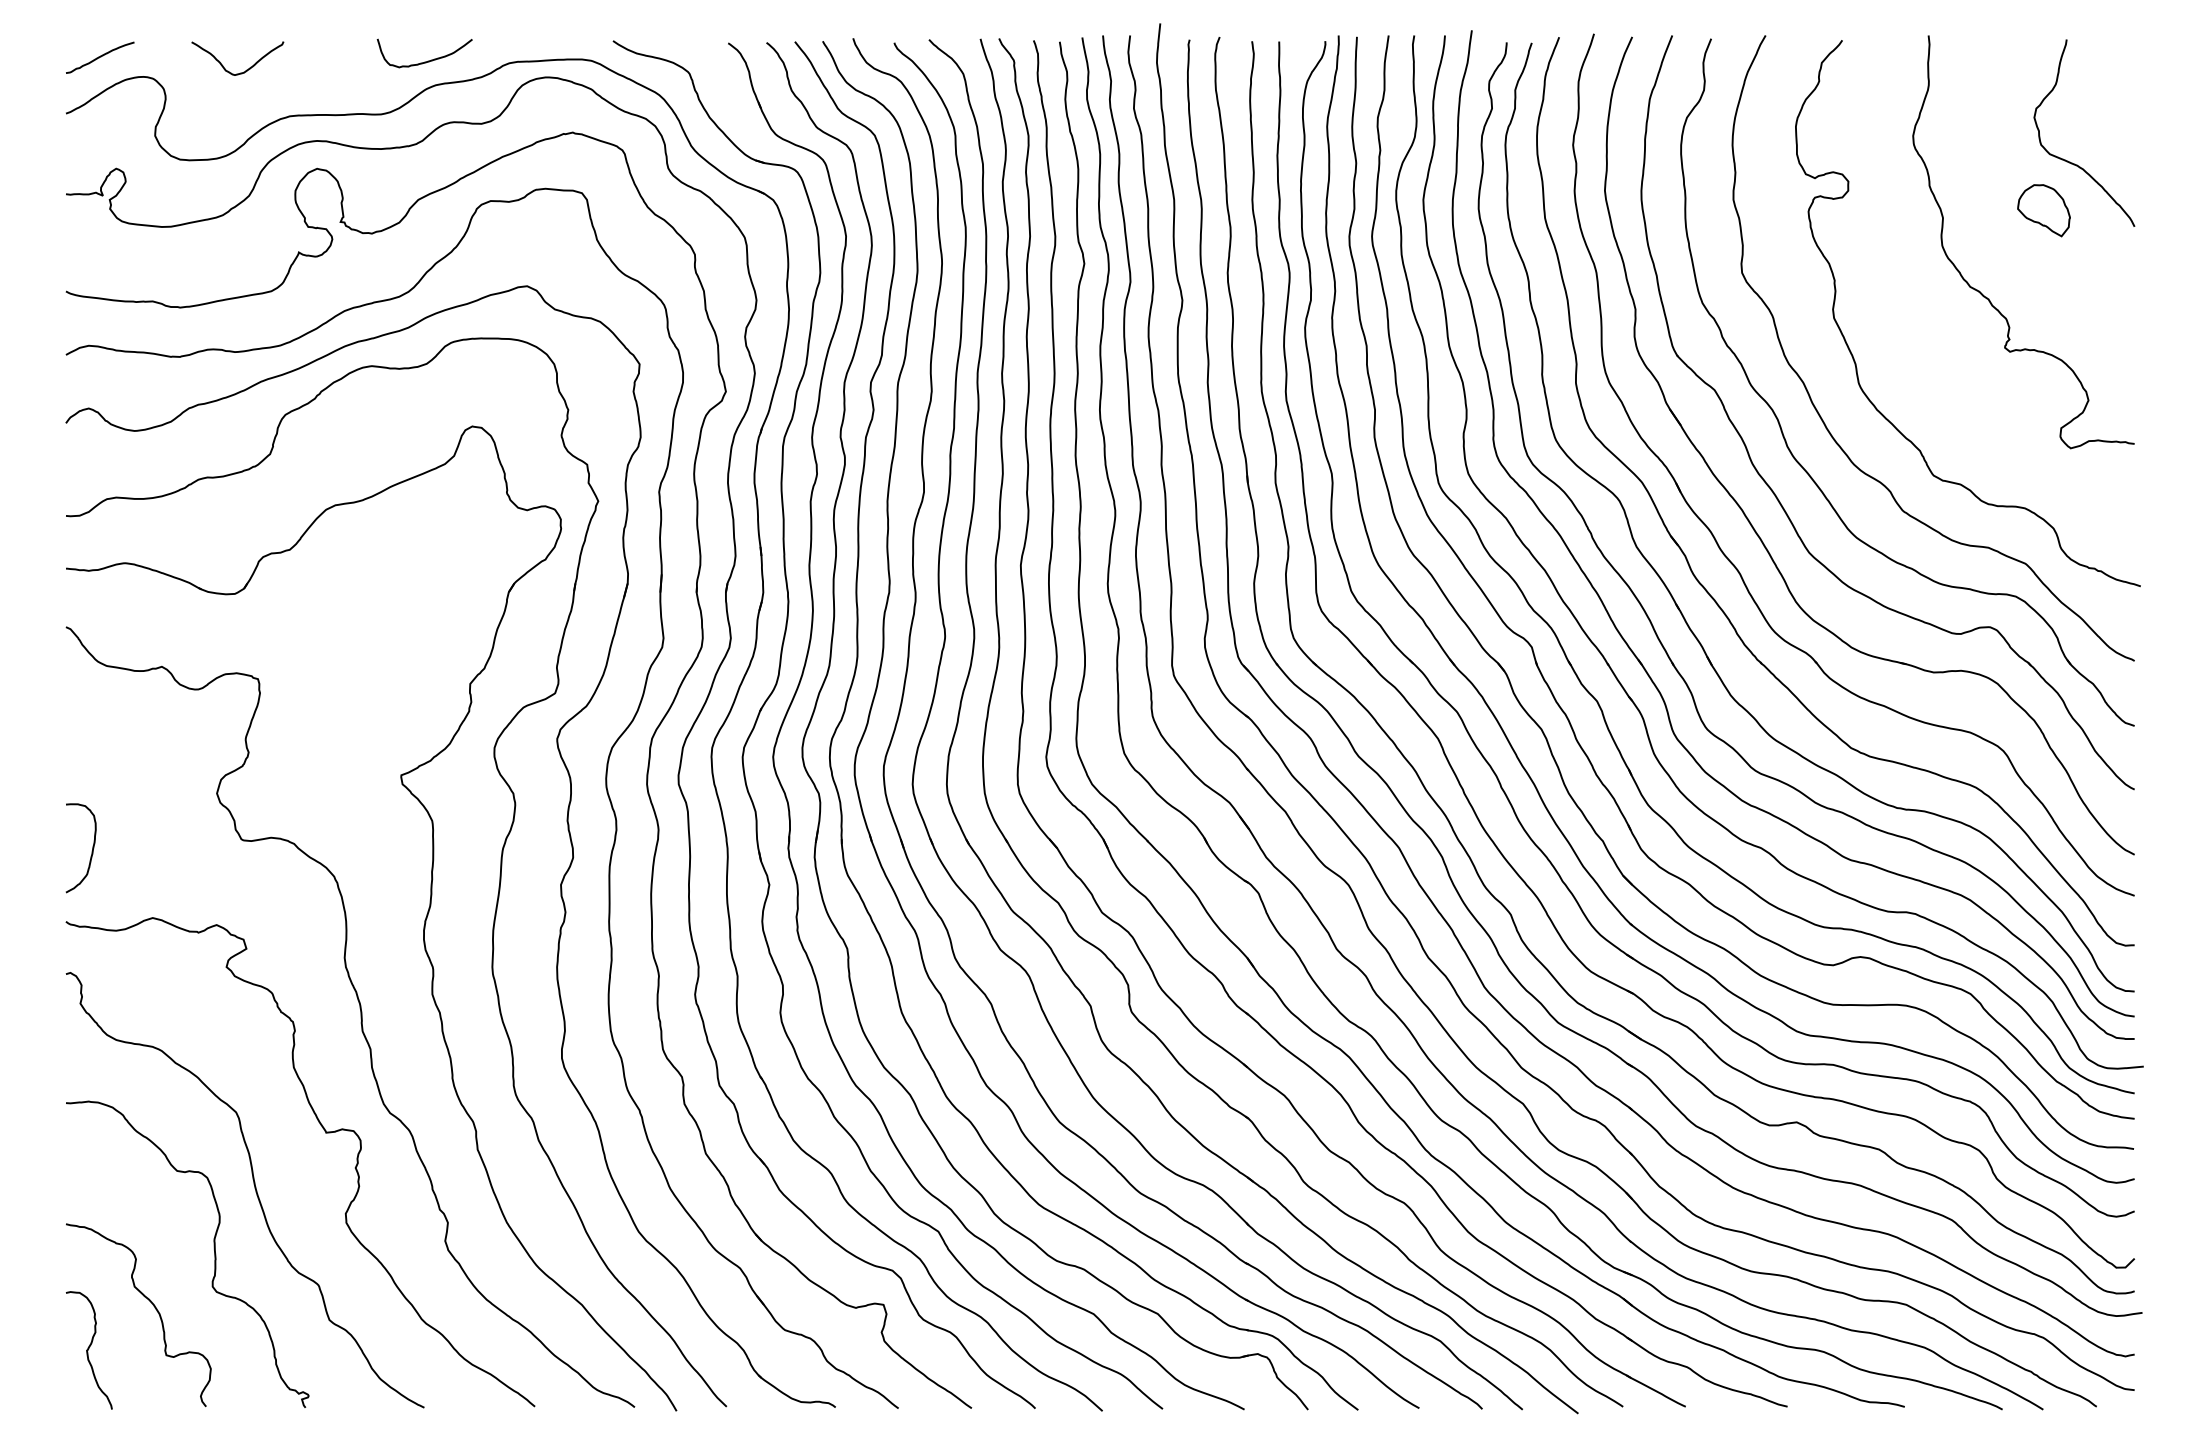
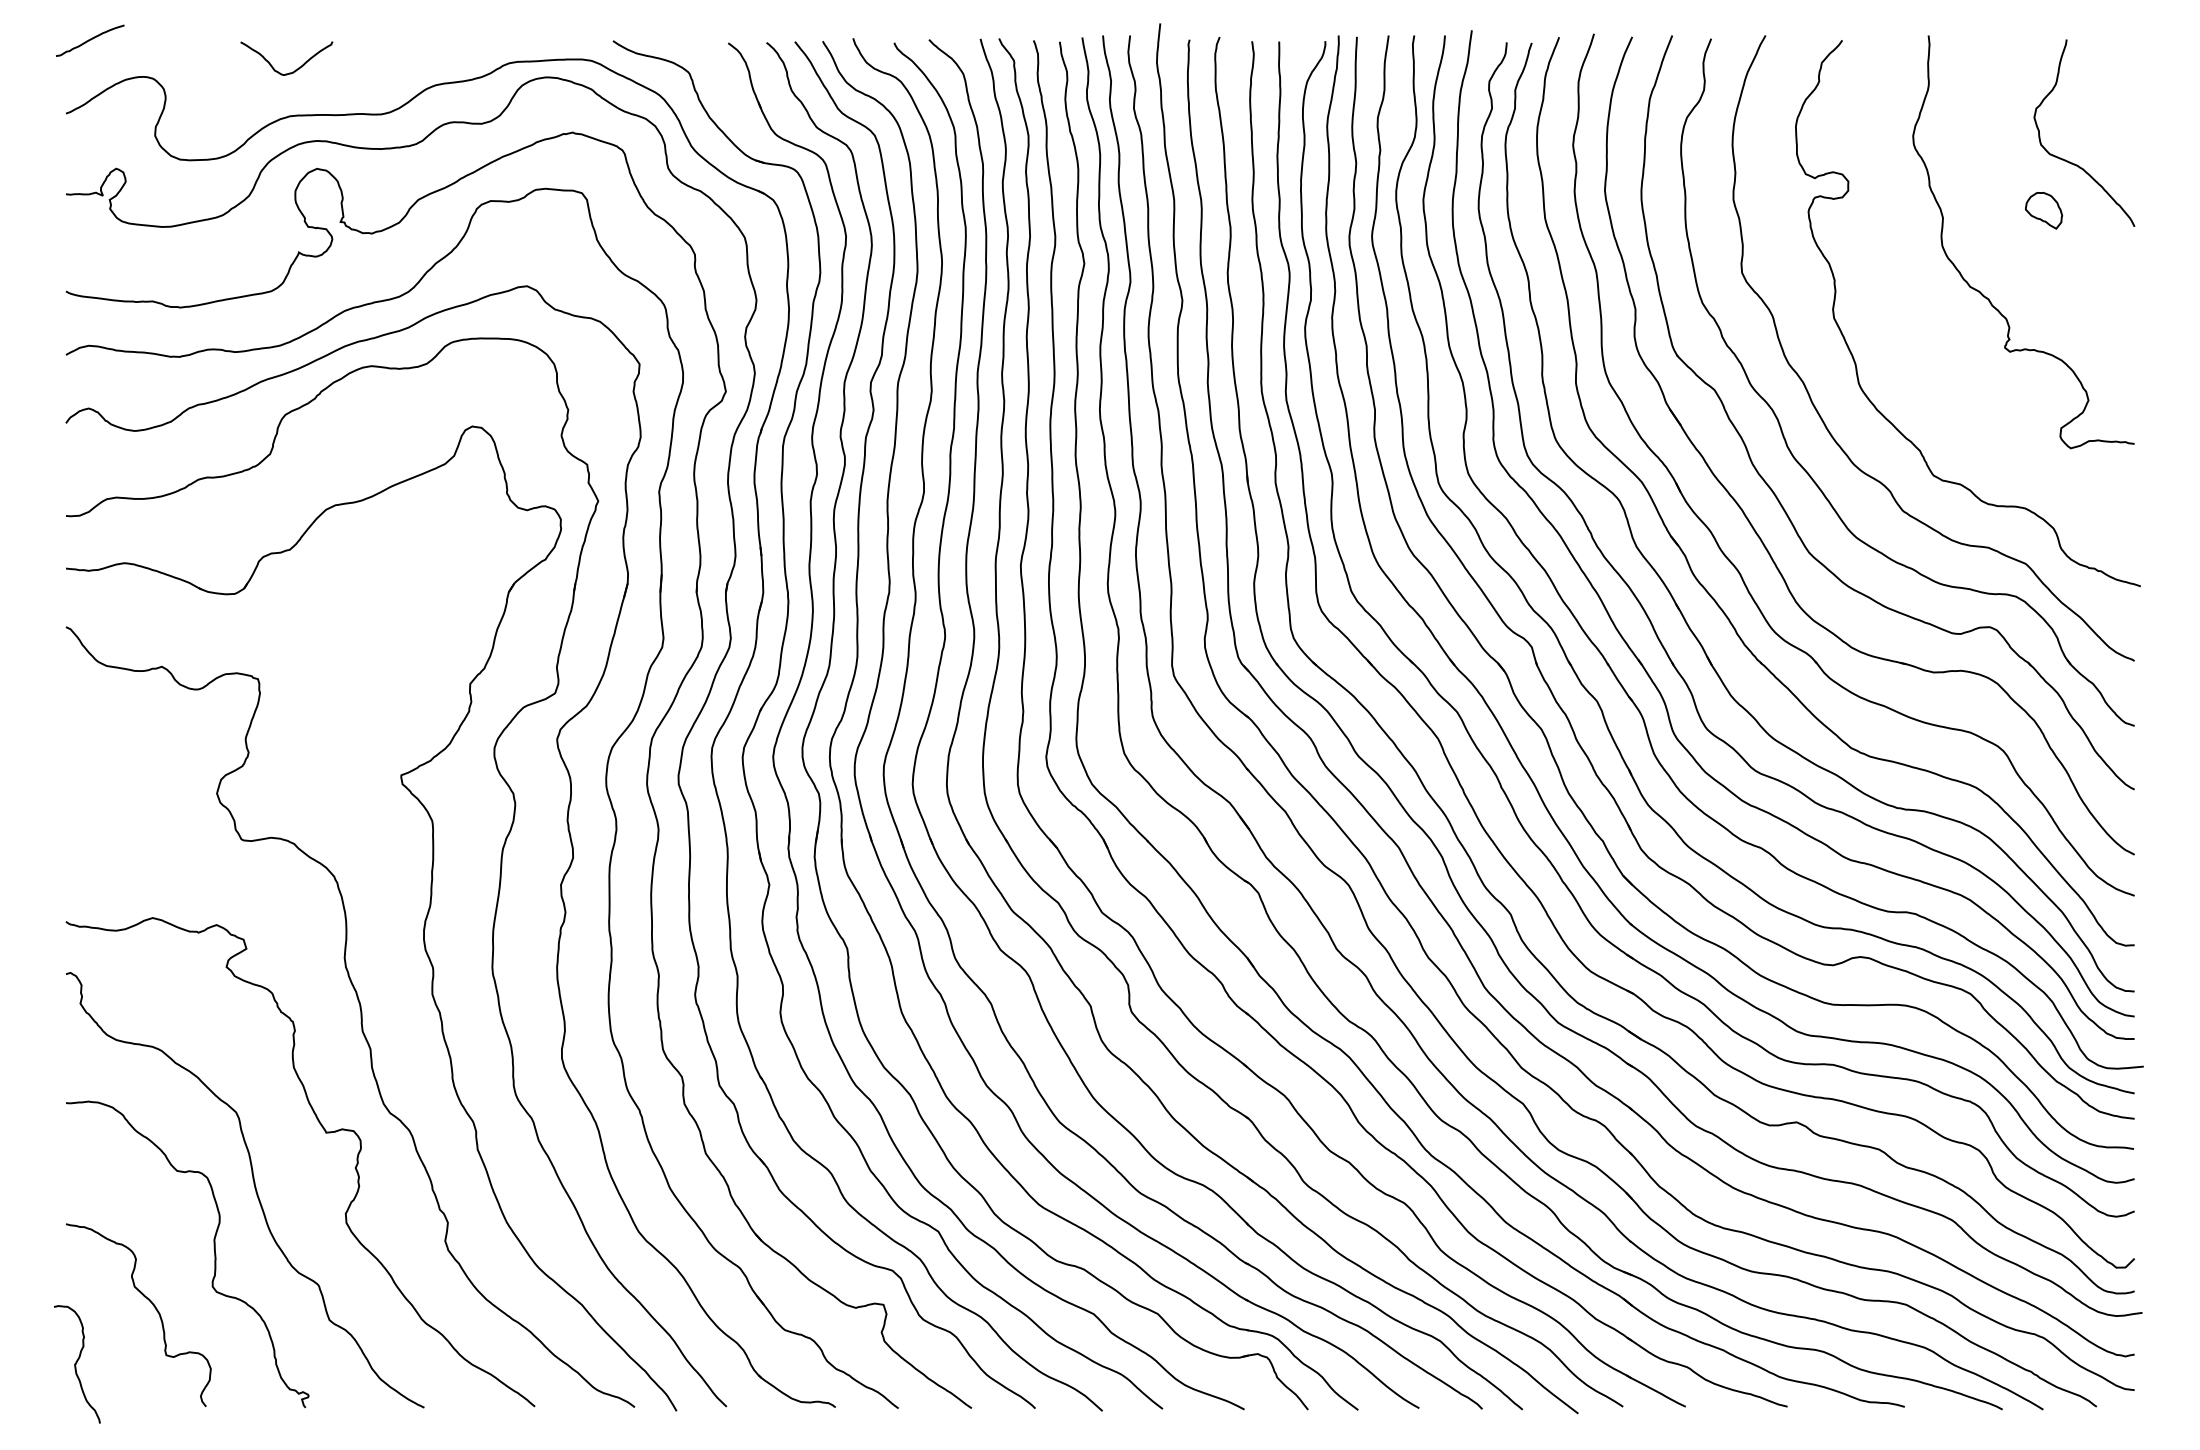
curve at (100, 57) position: (100, 57) -> (90, 40)
curve at (424, 61): present -> none
curve at (246, 69) position: (246, 69) -> (295, 69)
part at (2043, 210) size: 54x54 px -> 39x38 px
curve at (91, 851): present -> none
curve at (88, 1350) position: (88, 1350) -> (76, 1364)
